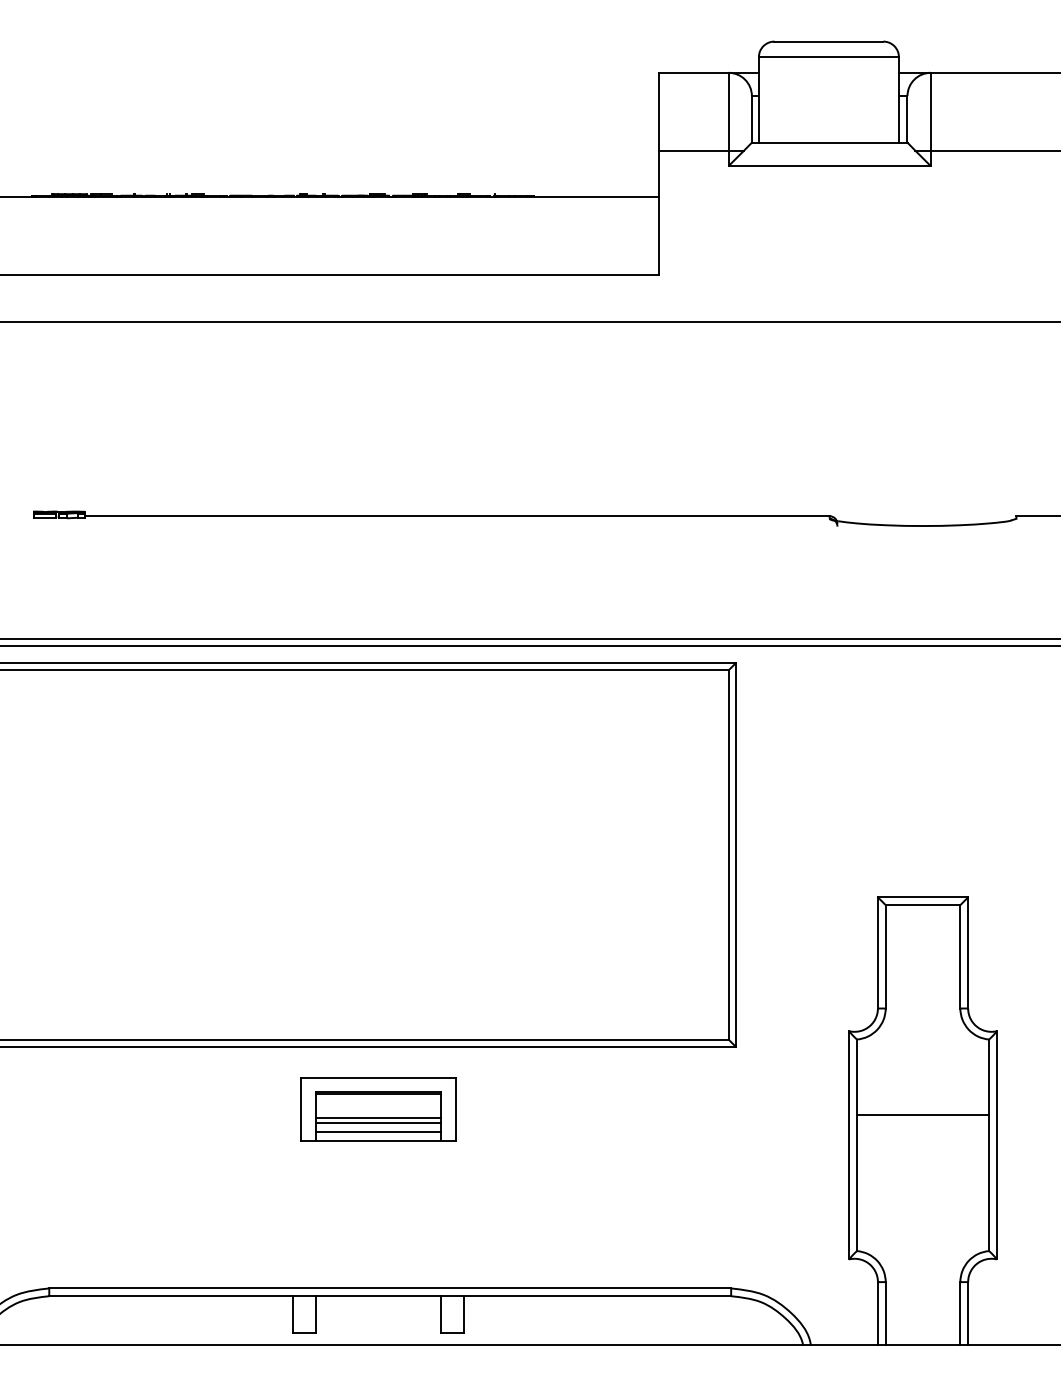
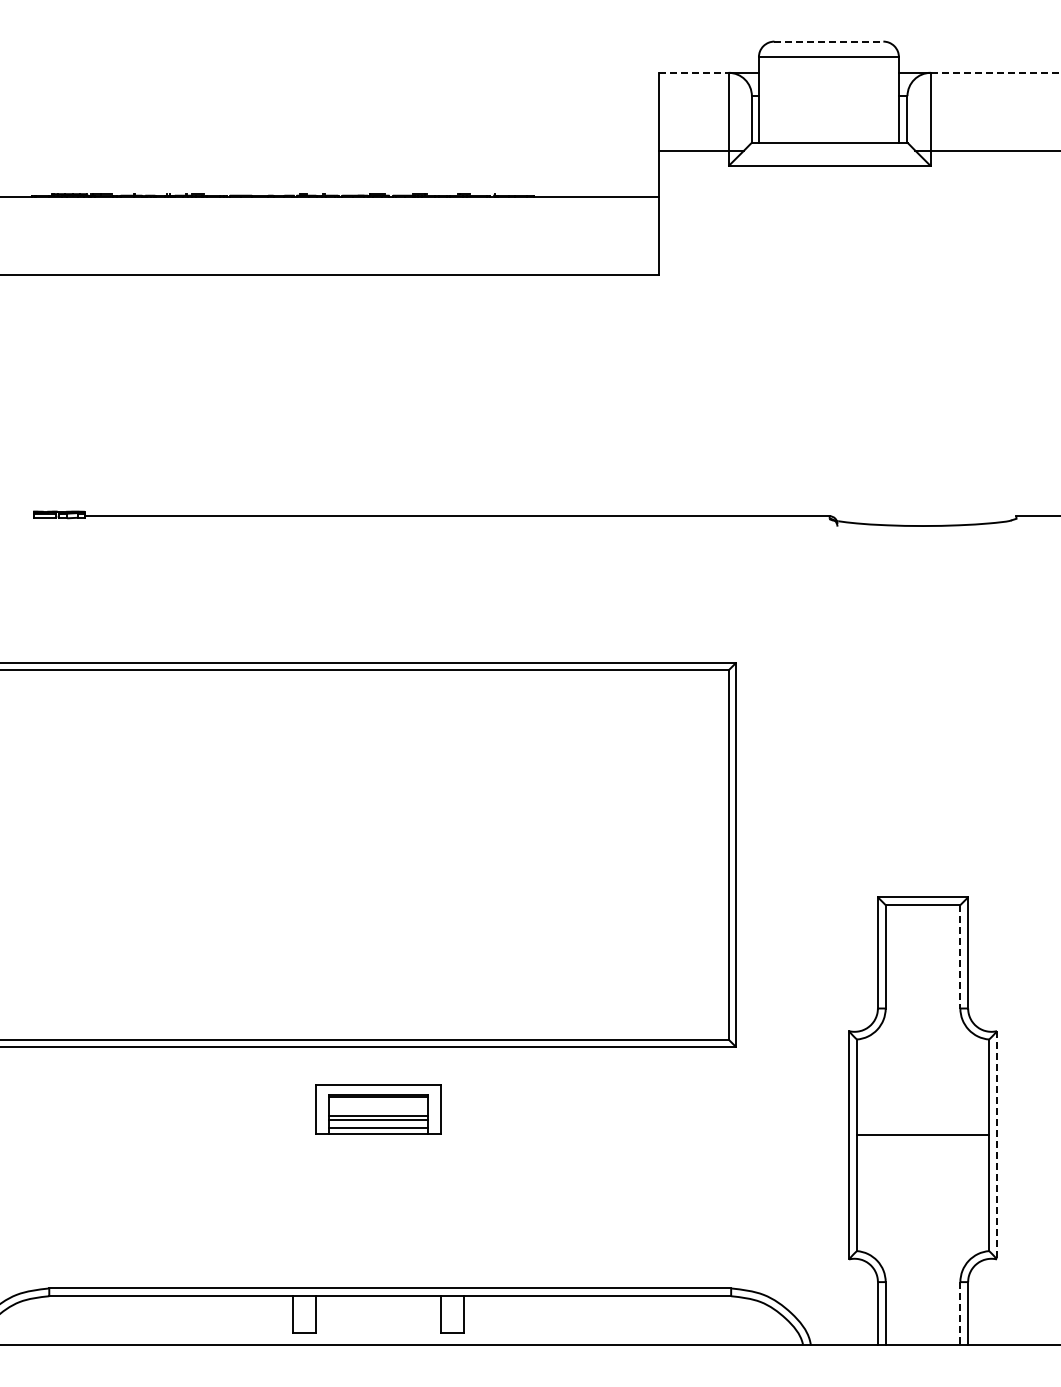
line at (829, 41): solid -> dashed
line at (694, 72): solid -> dashed
line at (995, 72): solid -> dashed
line at (529, 321): present -> none
line at (529, 638): present -> none
line at (529, 646): present -> none
line at (960, 956): solid -> dashed
part at (378, 1109) size: 157x65 px -> 127x51 px
line at (922, 1115) position: (922, 1115) -> (922, 1135)
line at (996, 1145): solid -> dashed
line at (960, 1313): solid -> dashed
